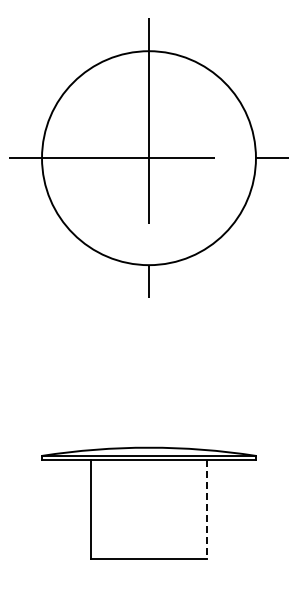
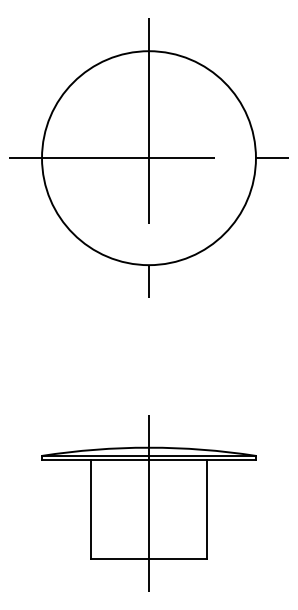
line at (148, 502): none -> present
line at (206, 509): dashed -> solid
